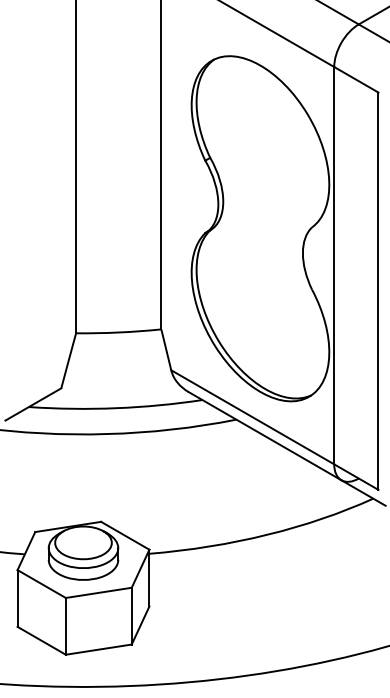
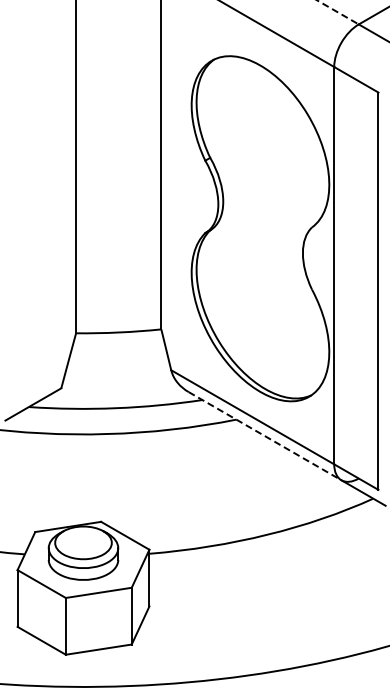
line at (338, 12): solid -> dashed
line at (265, 436): solid -> dashed
